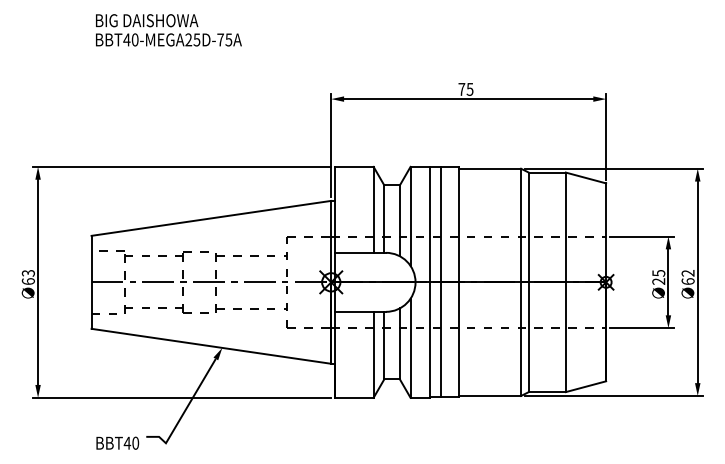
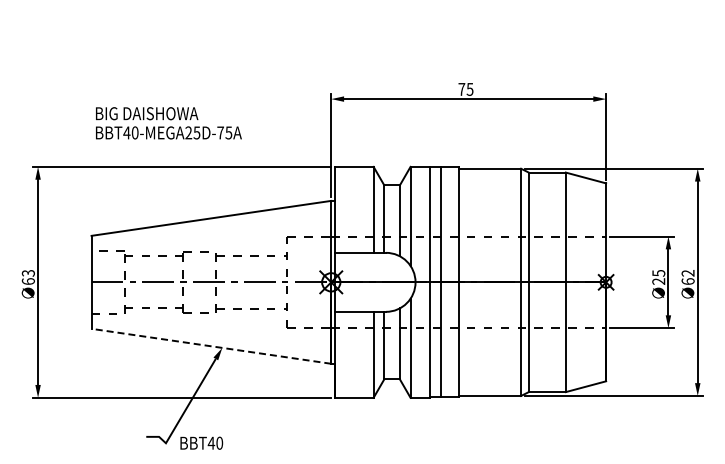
text at (168, 30) position: (168, 30) -> (168, 123)
line at (210, 346): solid -> dashed
text at (117, 442) position: (117, 442) -> (201, 442)
